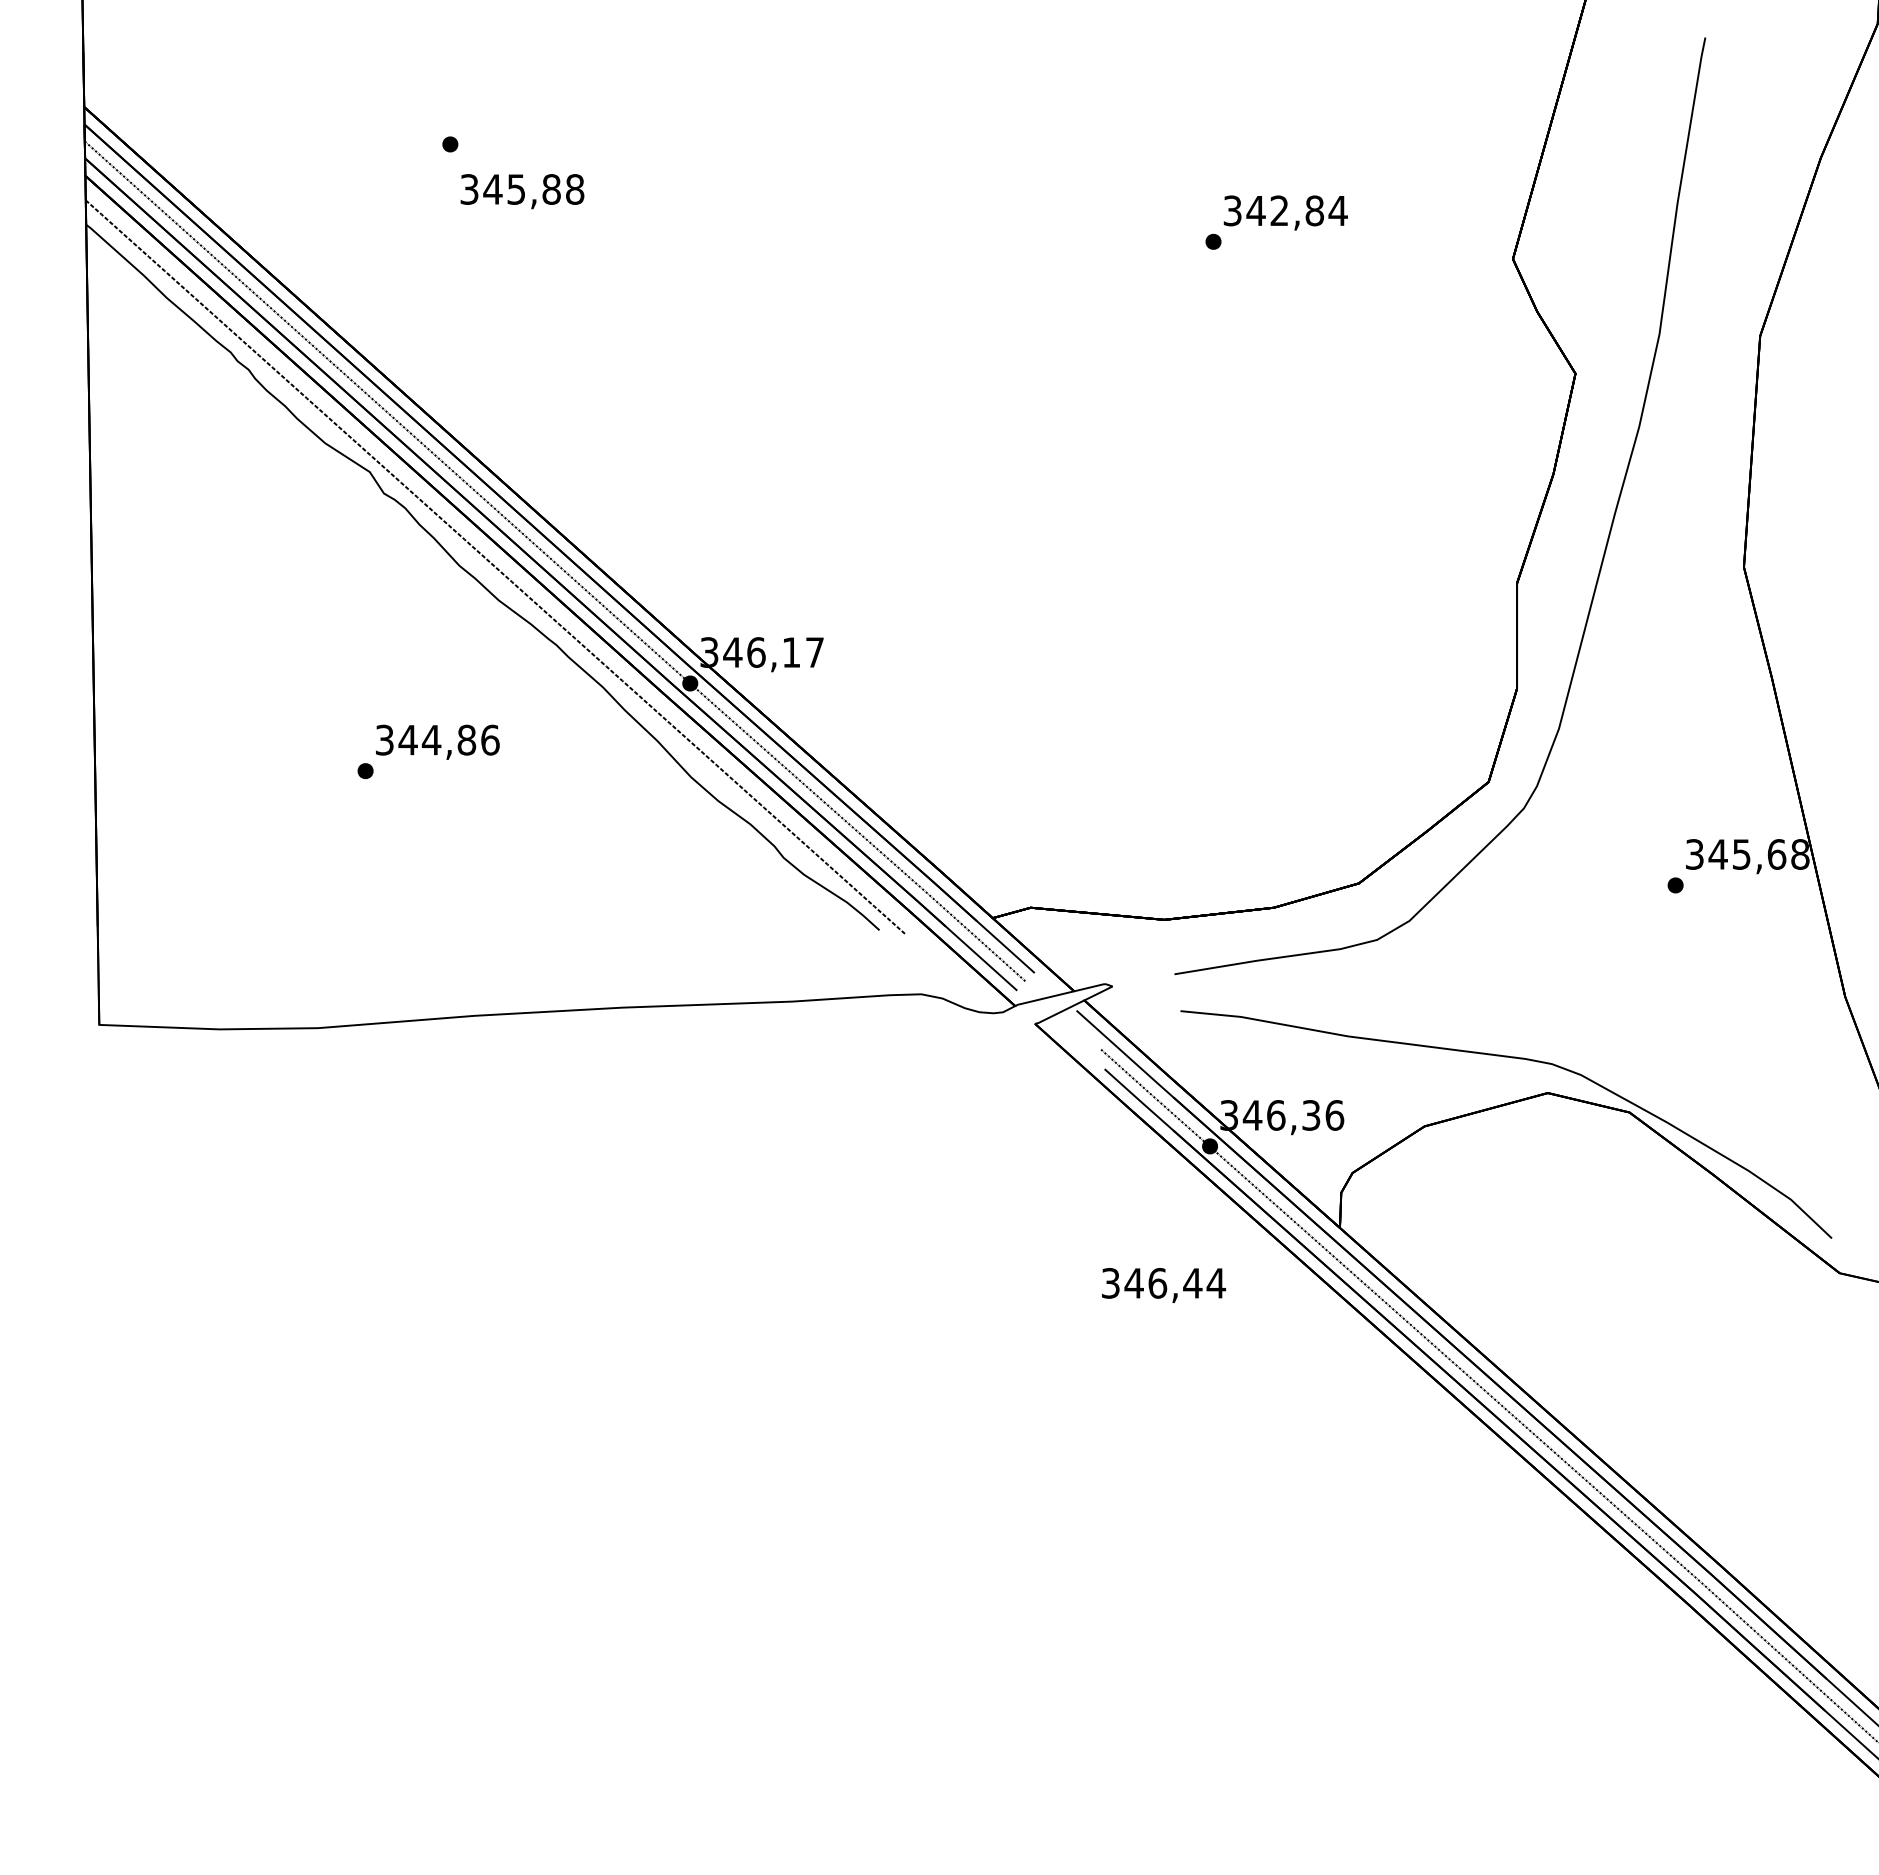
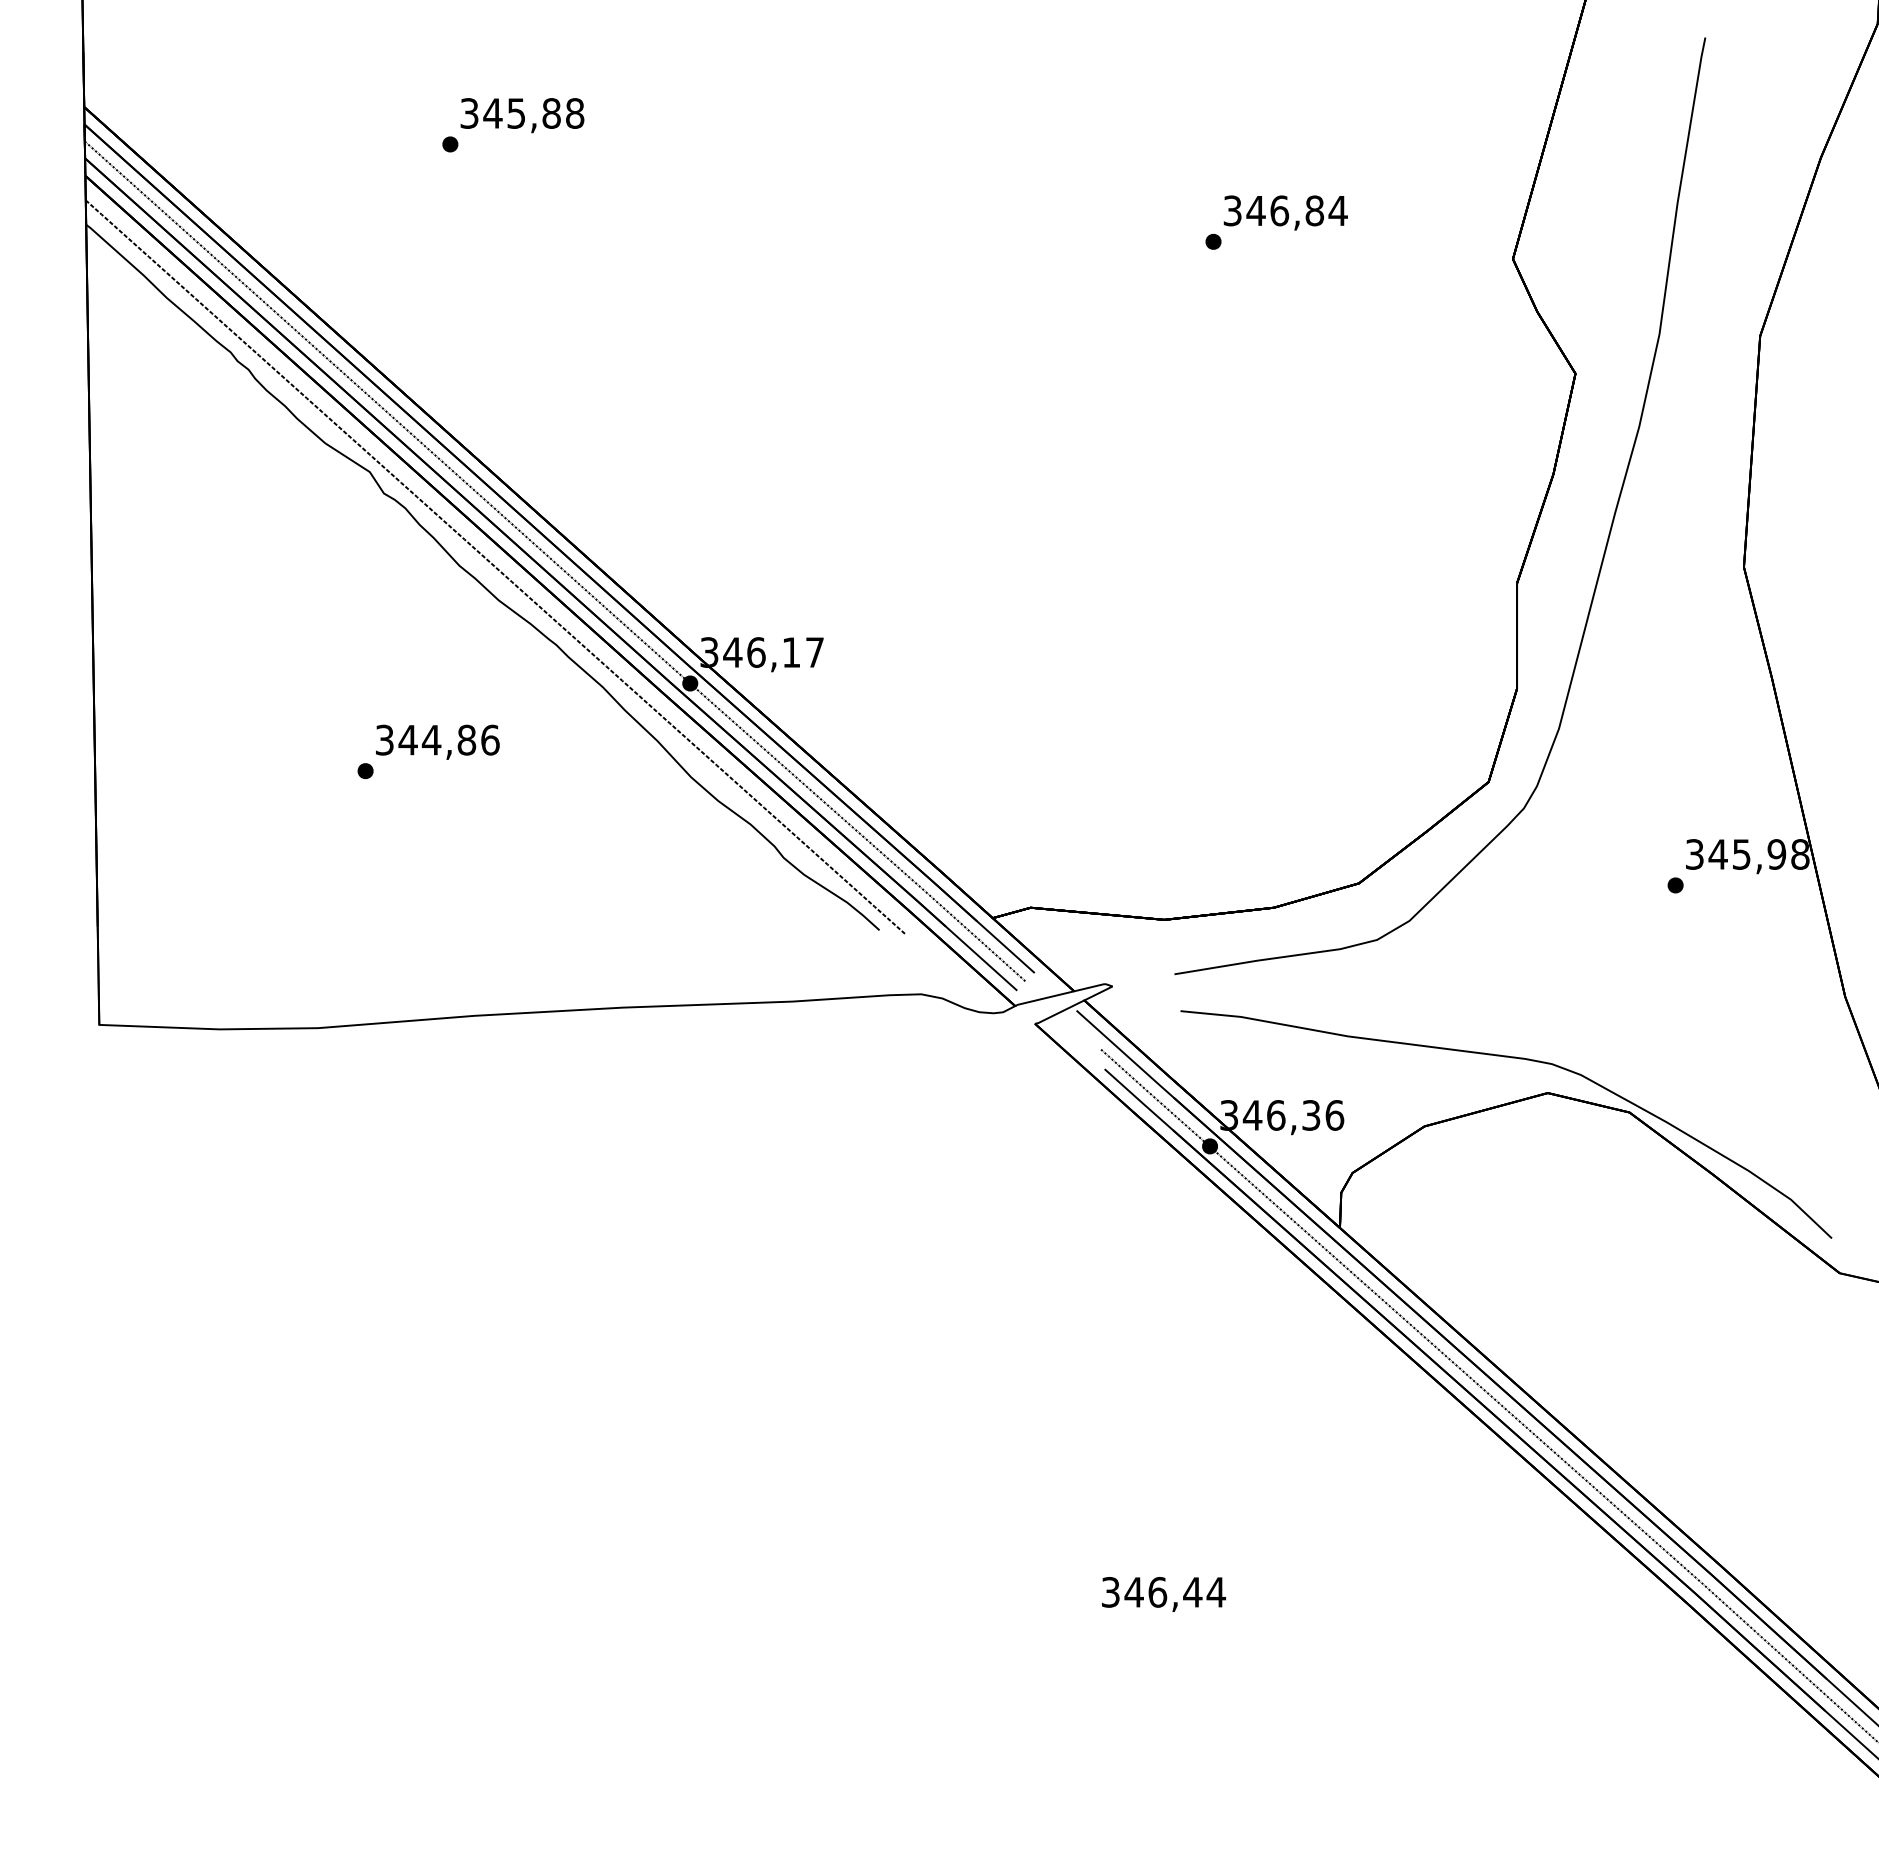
text at (522, 191) position: (522, 191) -> (522, 115)
text at (1279, 210): 342,84 -> 346,84
text at (1776, 854): 345,68 -> 345,98
text at (1163, 1285) position: (1163, 1285) -> (1163, 1594)
